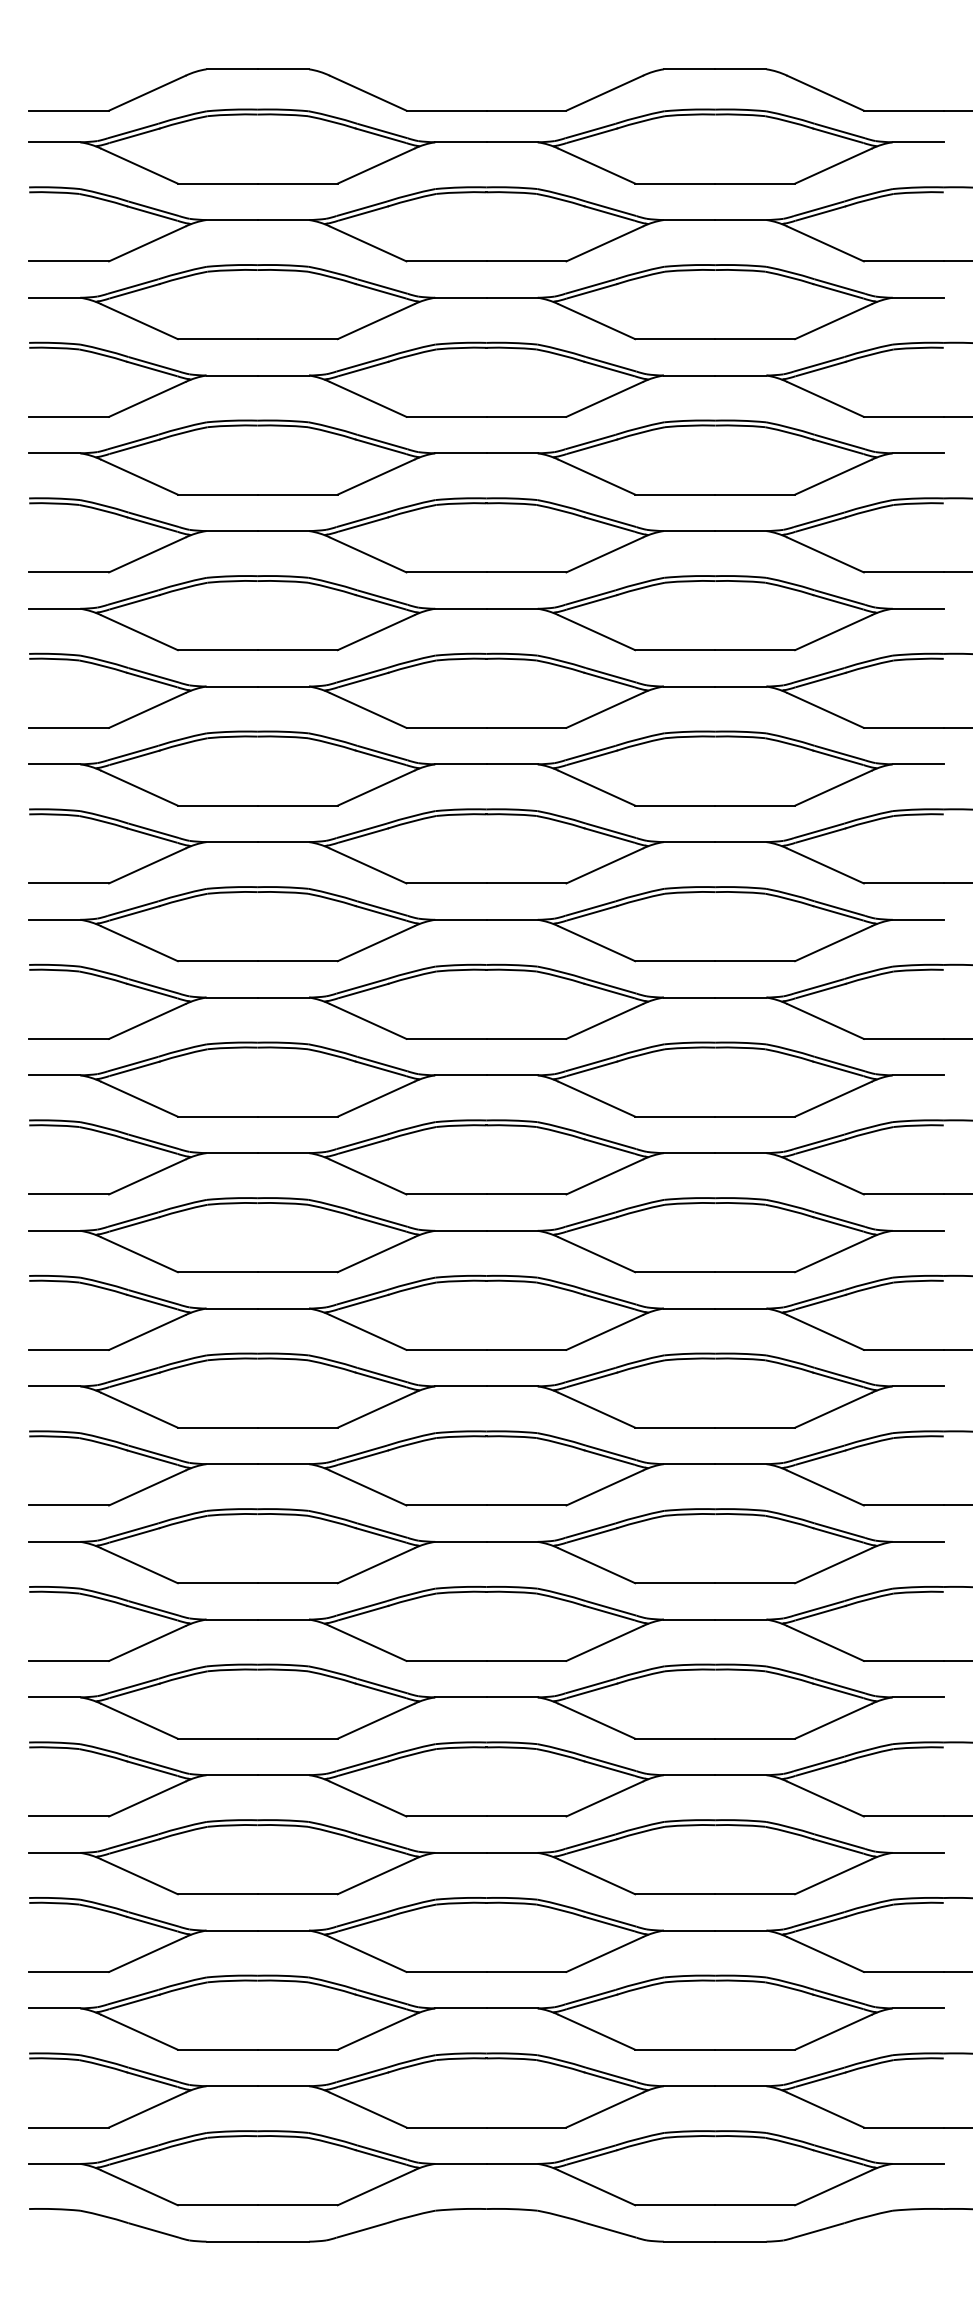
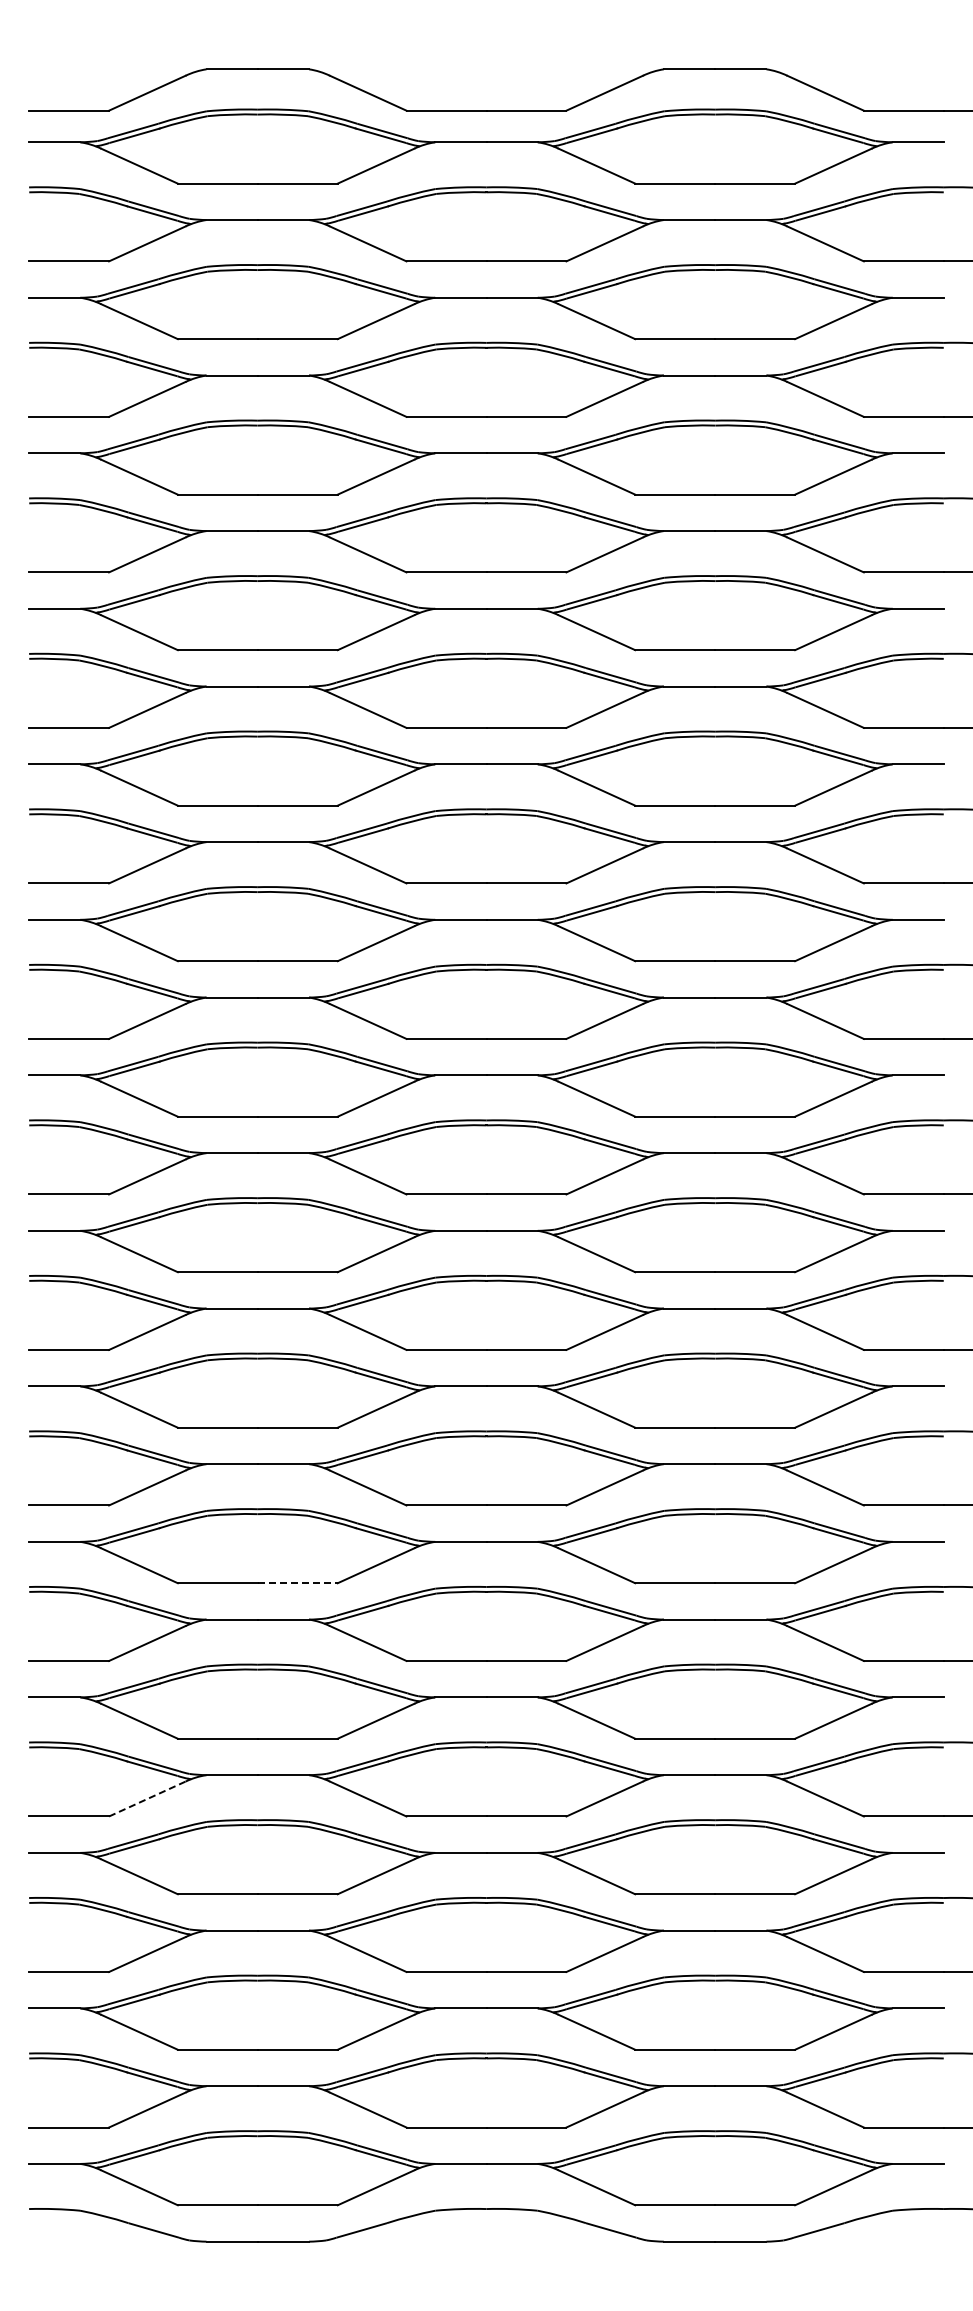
line at (297, 1583): solid -> dashed
line at (147, 1798): solid -> dashed
